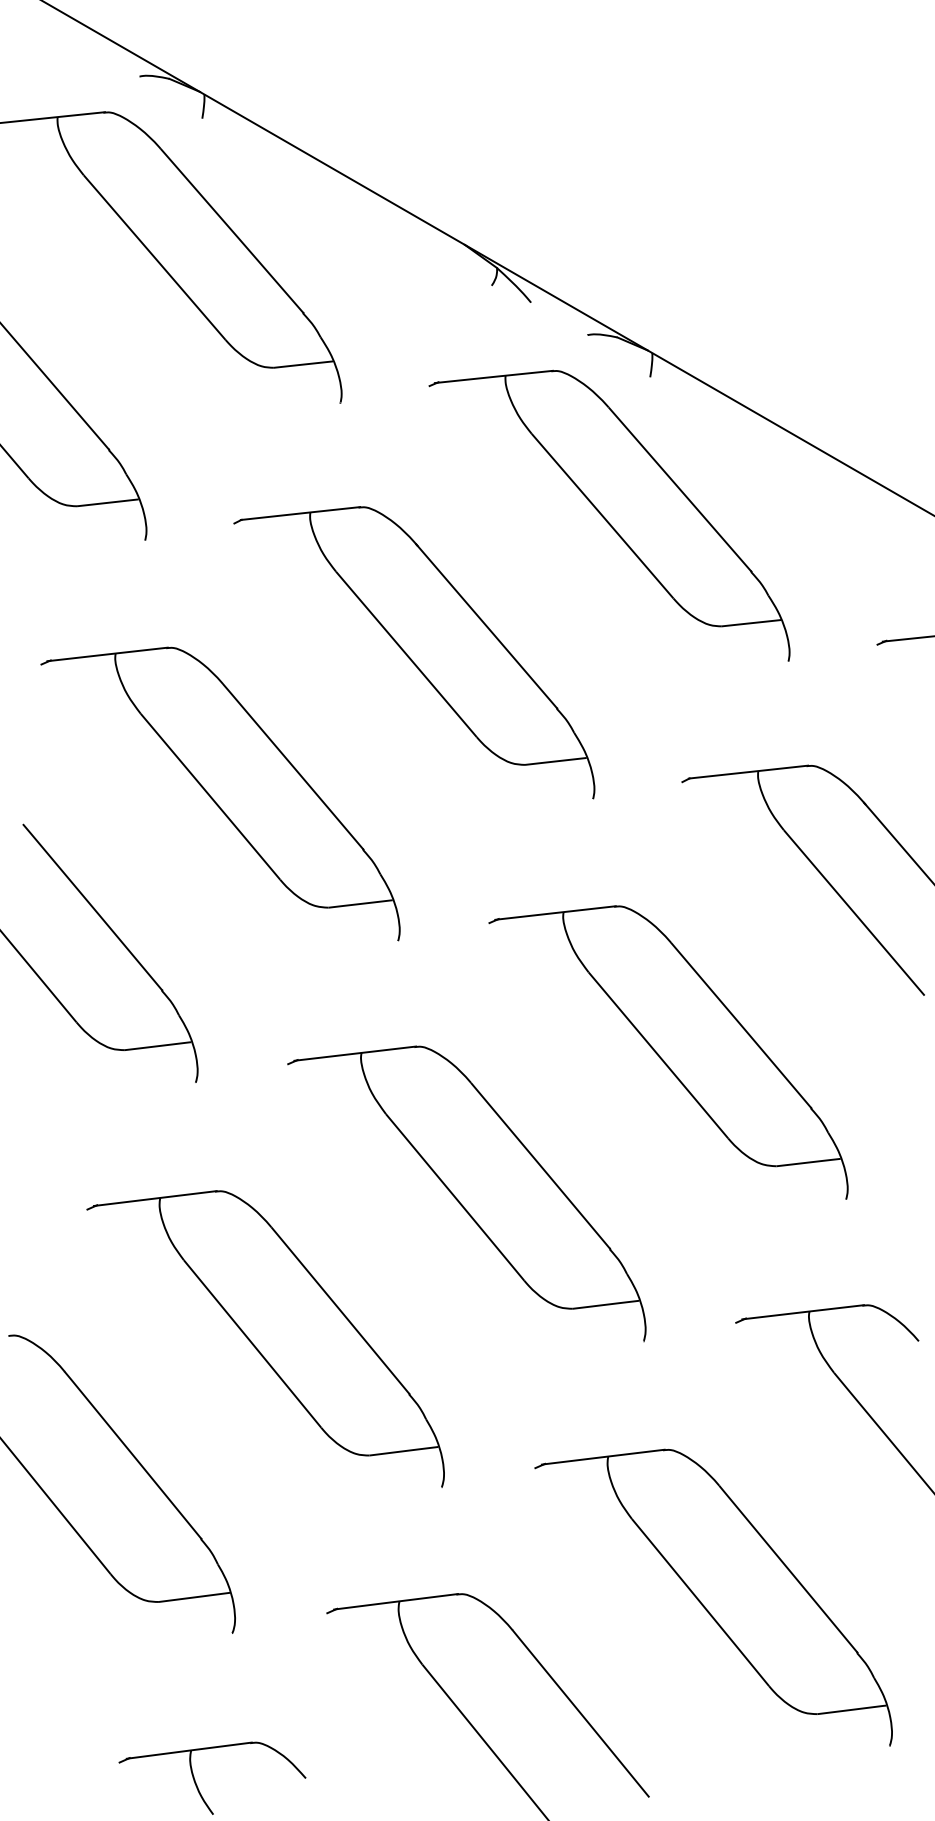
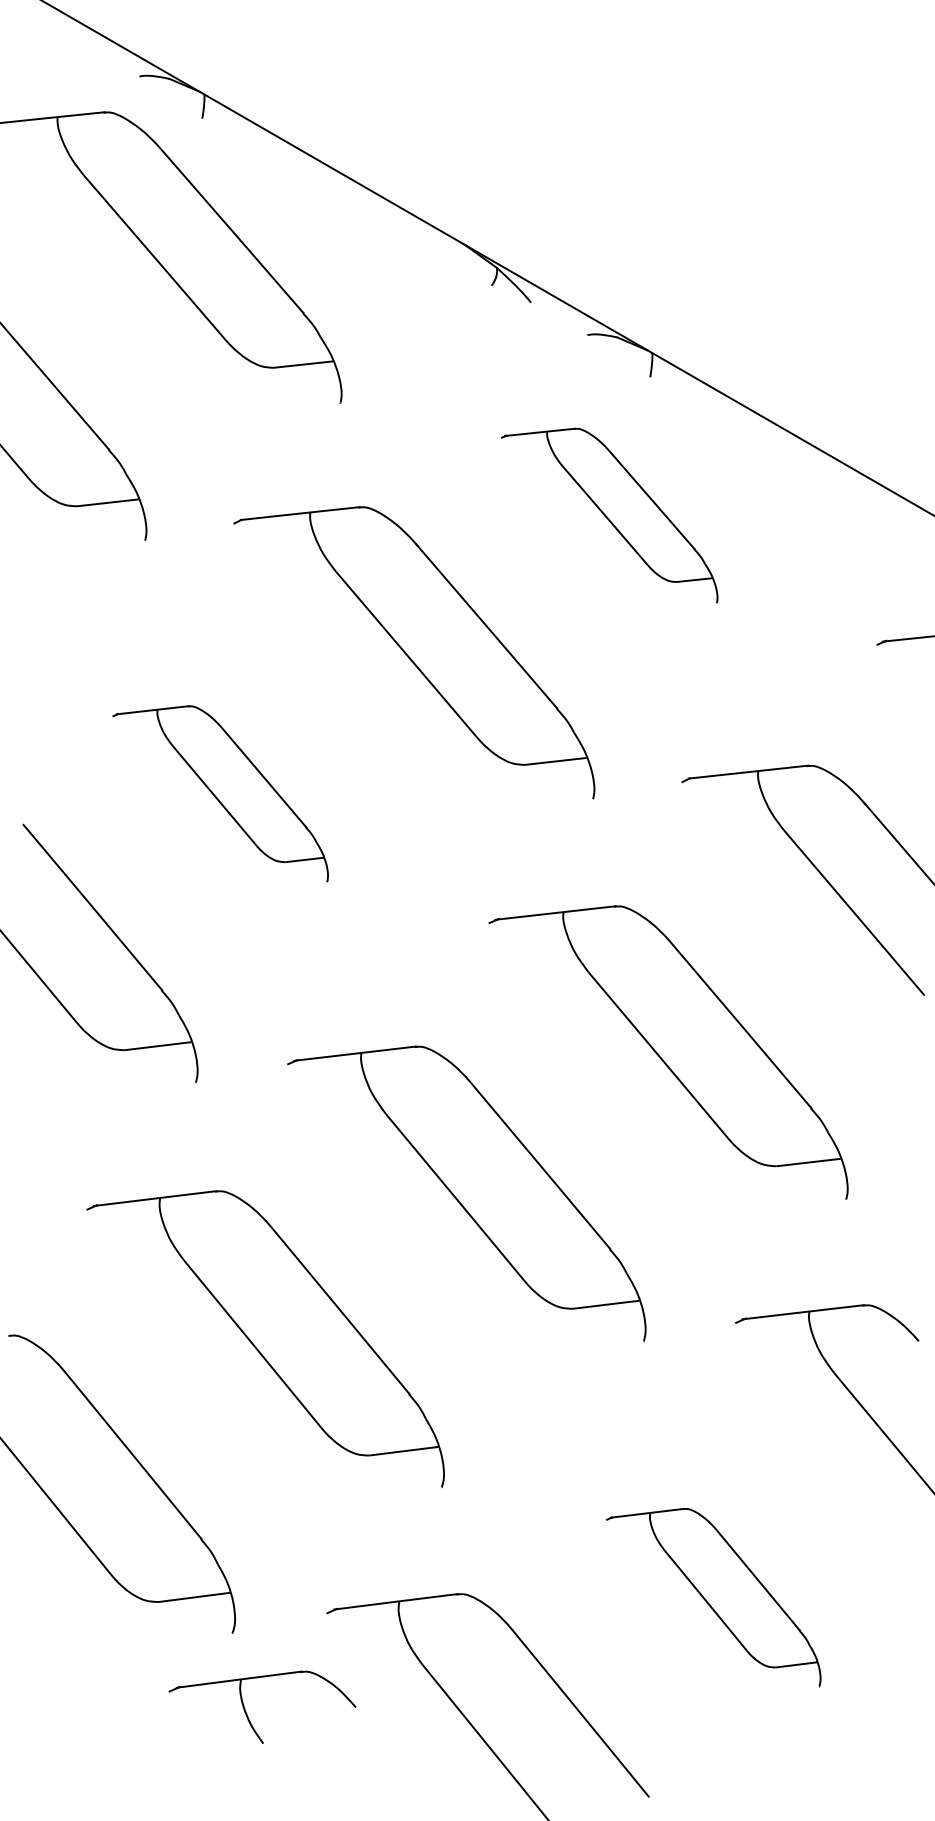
part at (609, 515) size: 363x293 px -> 219x177 px
part at (220, 793) size: 361x296 px -> 217x178 px
part at (713, 1597) size: 359x299 px -> 216x180 px
part at (196, 1782) position: (196, 1782) -> (246, 1711)
